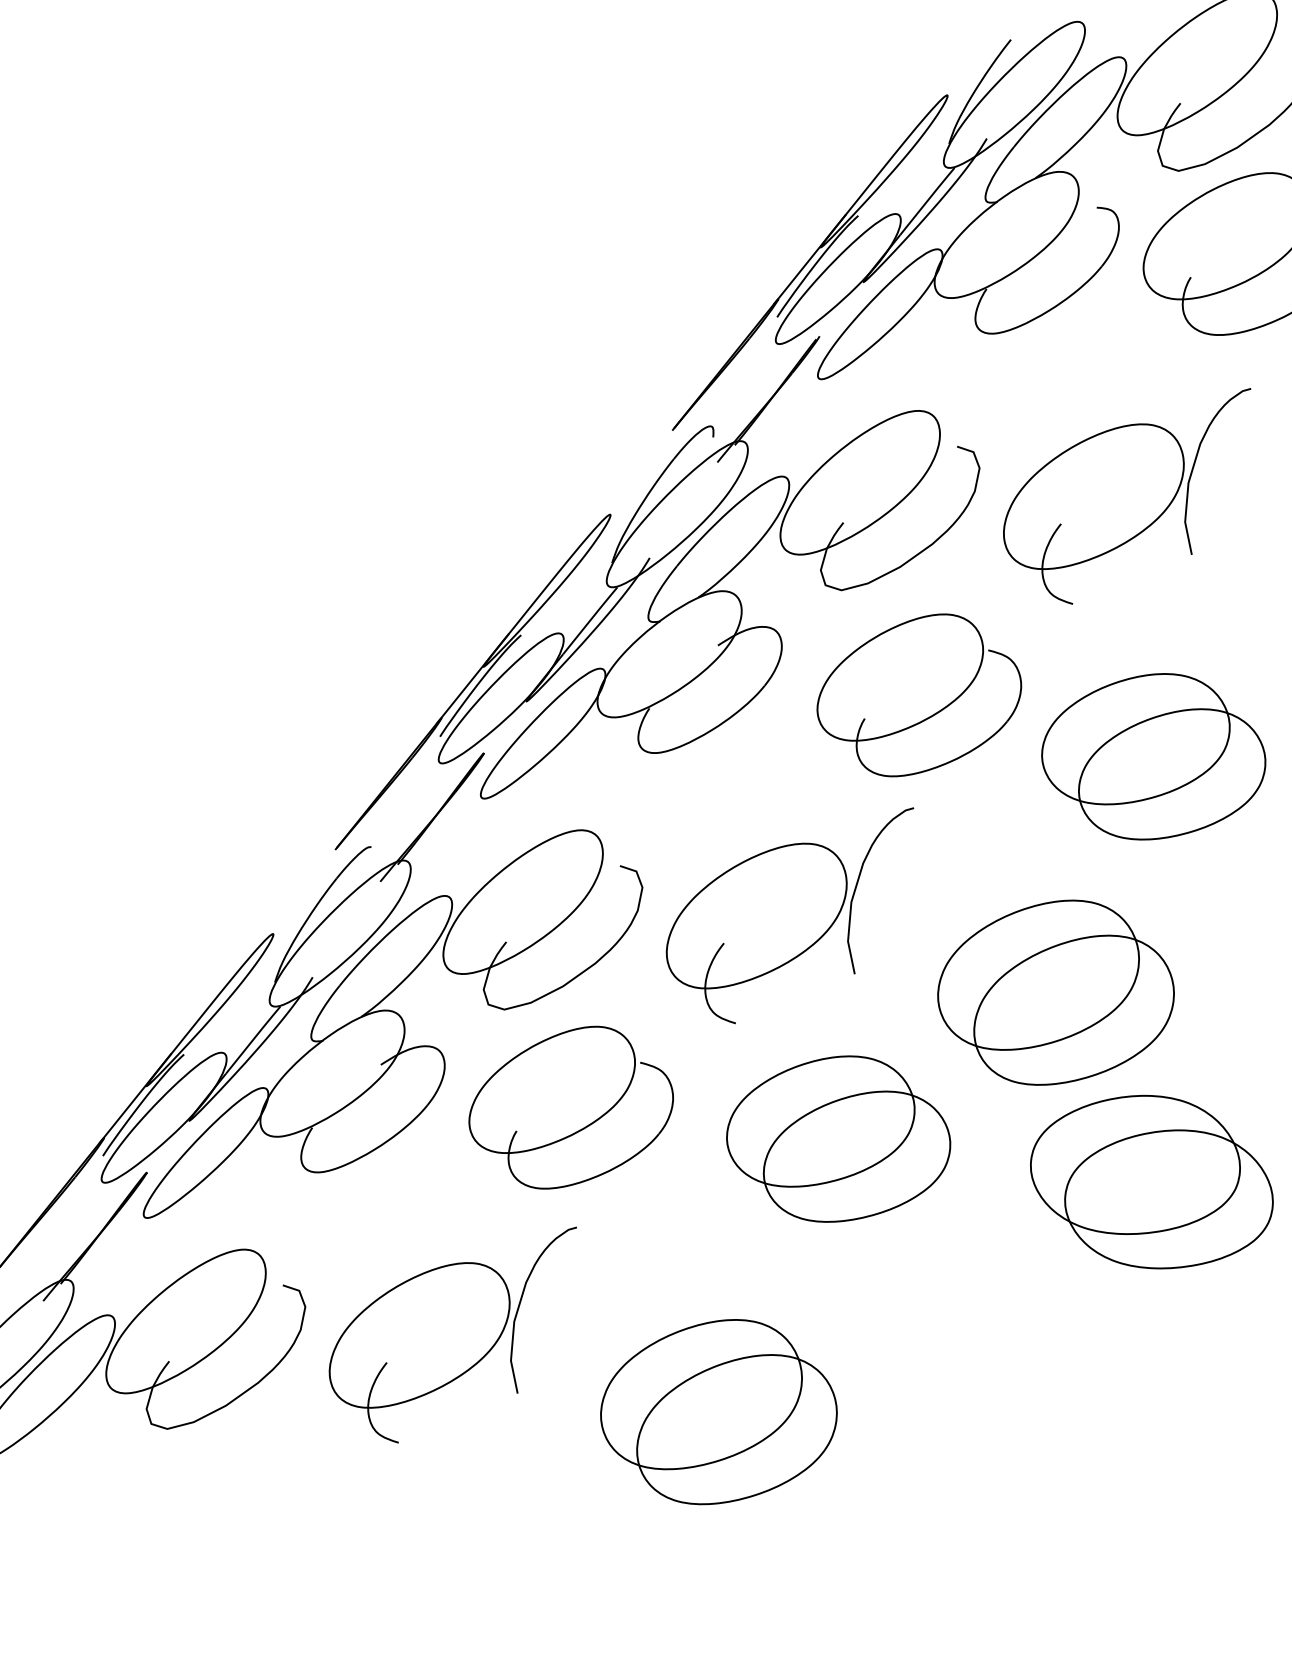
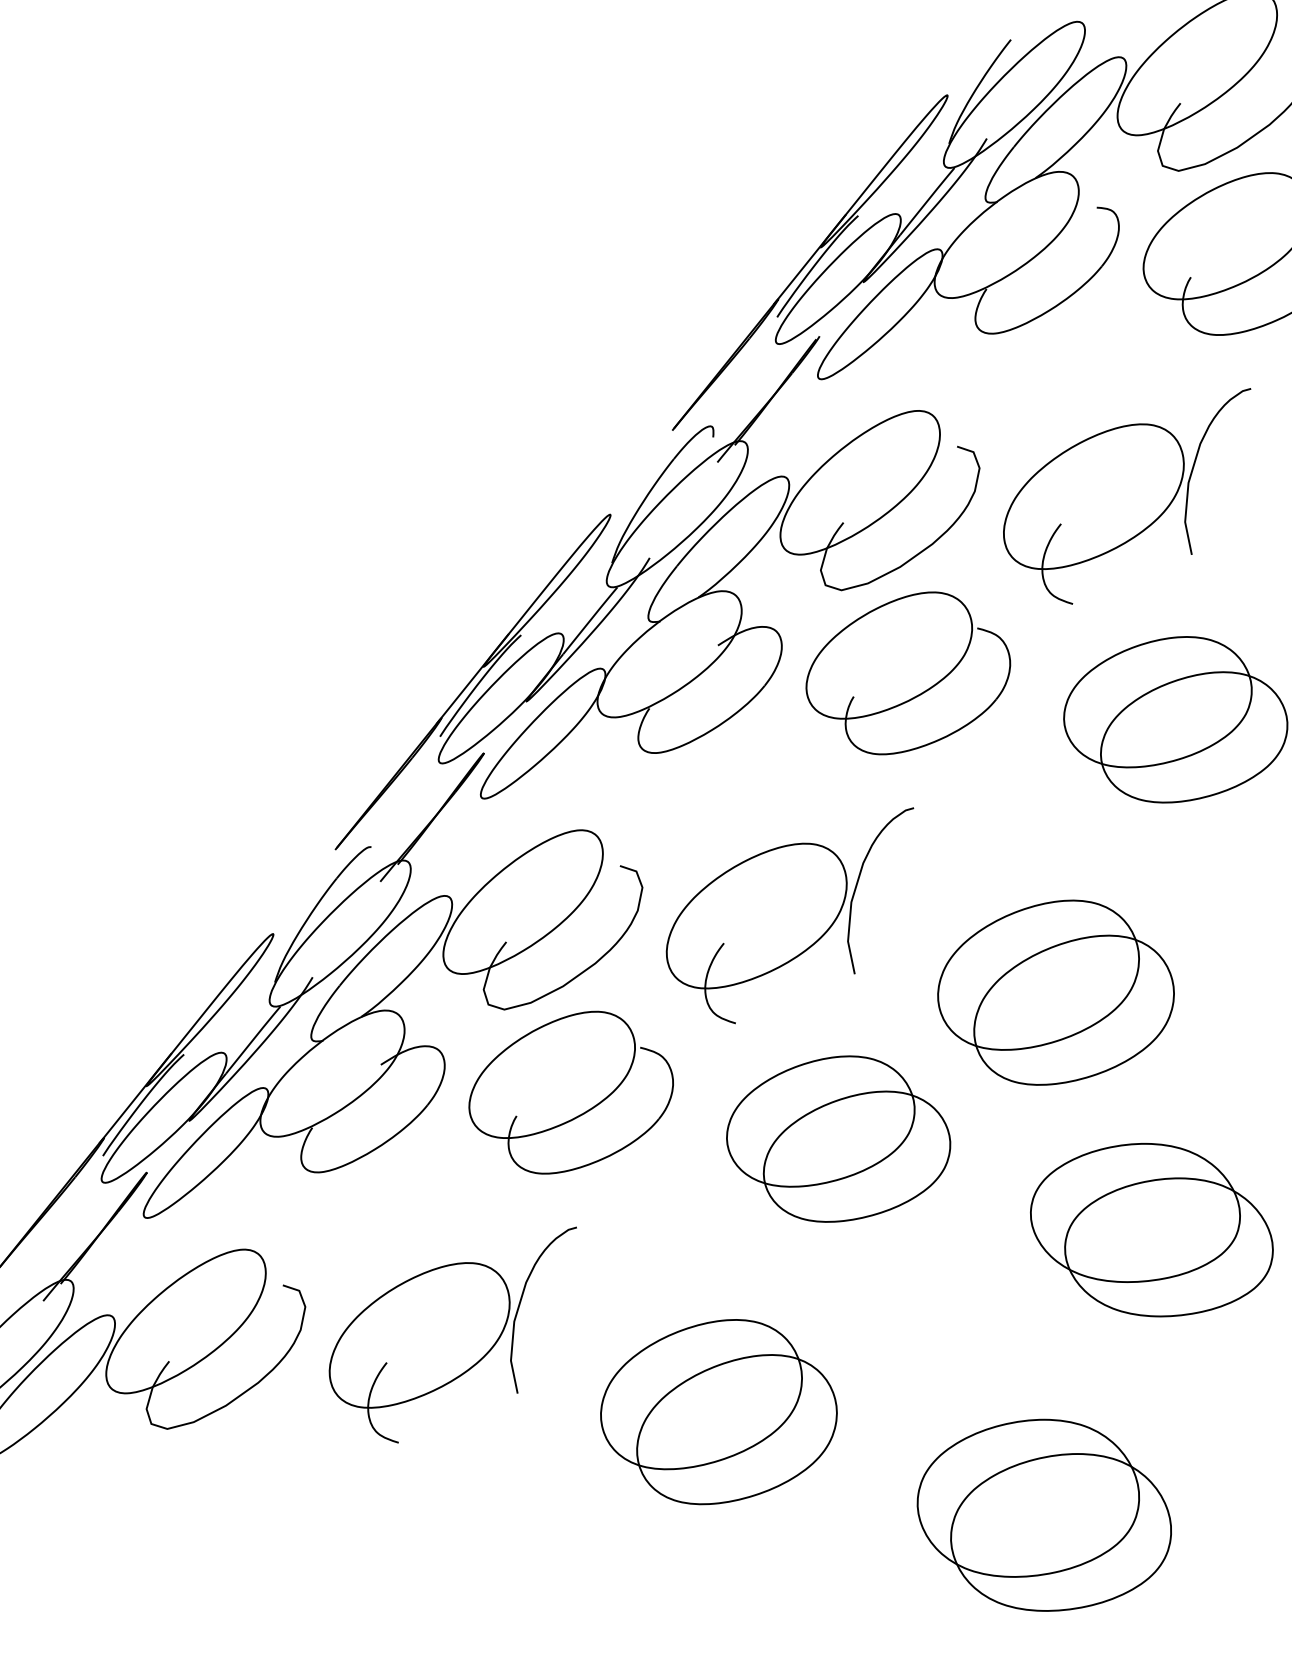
part at (919, 695) position: (919, 695) -> (908, 673)
part at (1153, 756) position: (1153, 756) -> (1175, 719)
part at (570, 1107) position: (570, 1107) -> (570, 1092)
part at (1151, 1182) position: (1151, 1182) -> (1151, 1230)
part at (1043, 1514): none -> present
